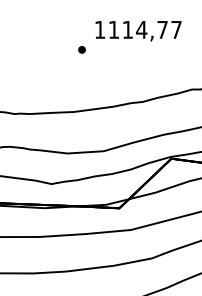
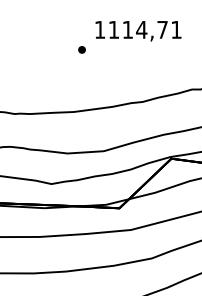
text at (176, 29): 1114,77 -> 1114,71
